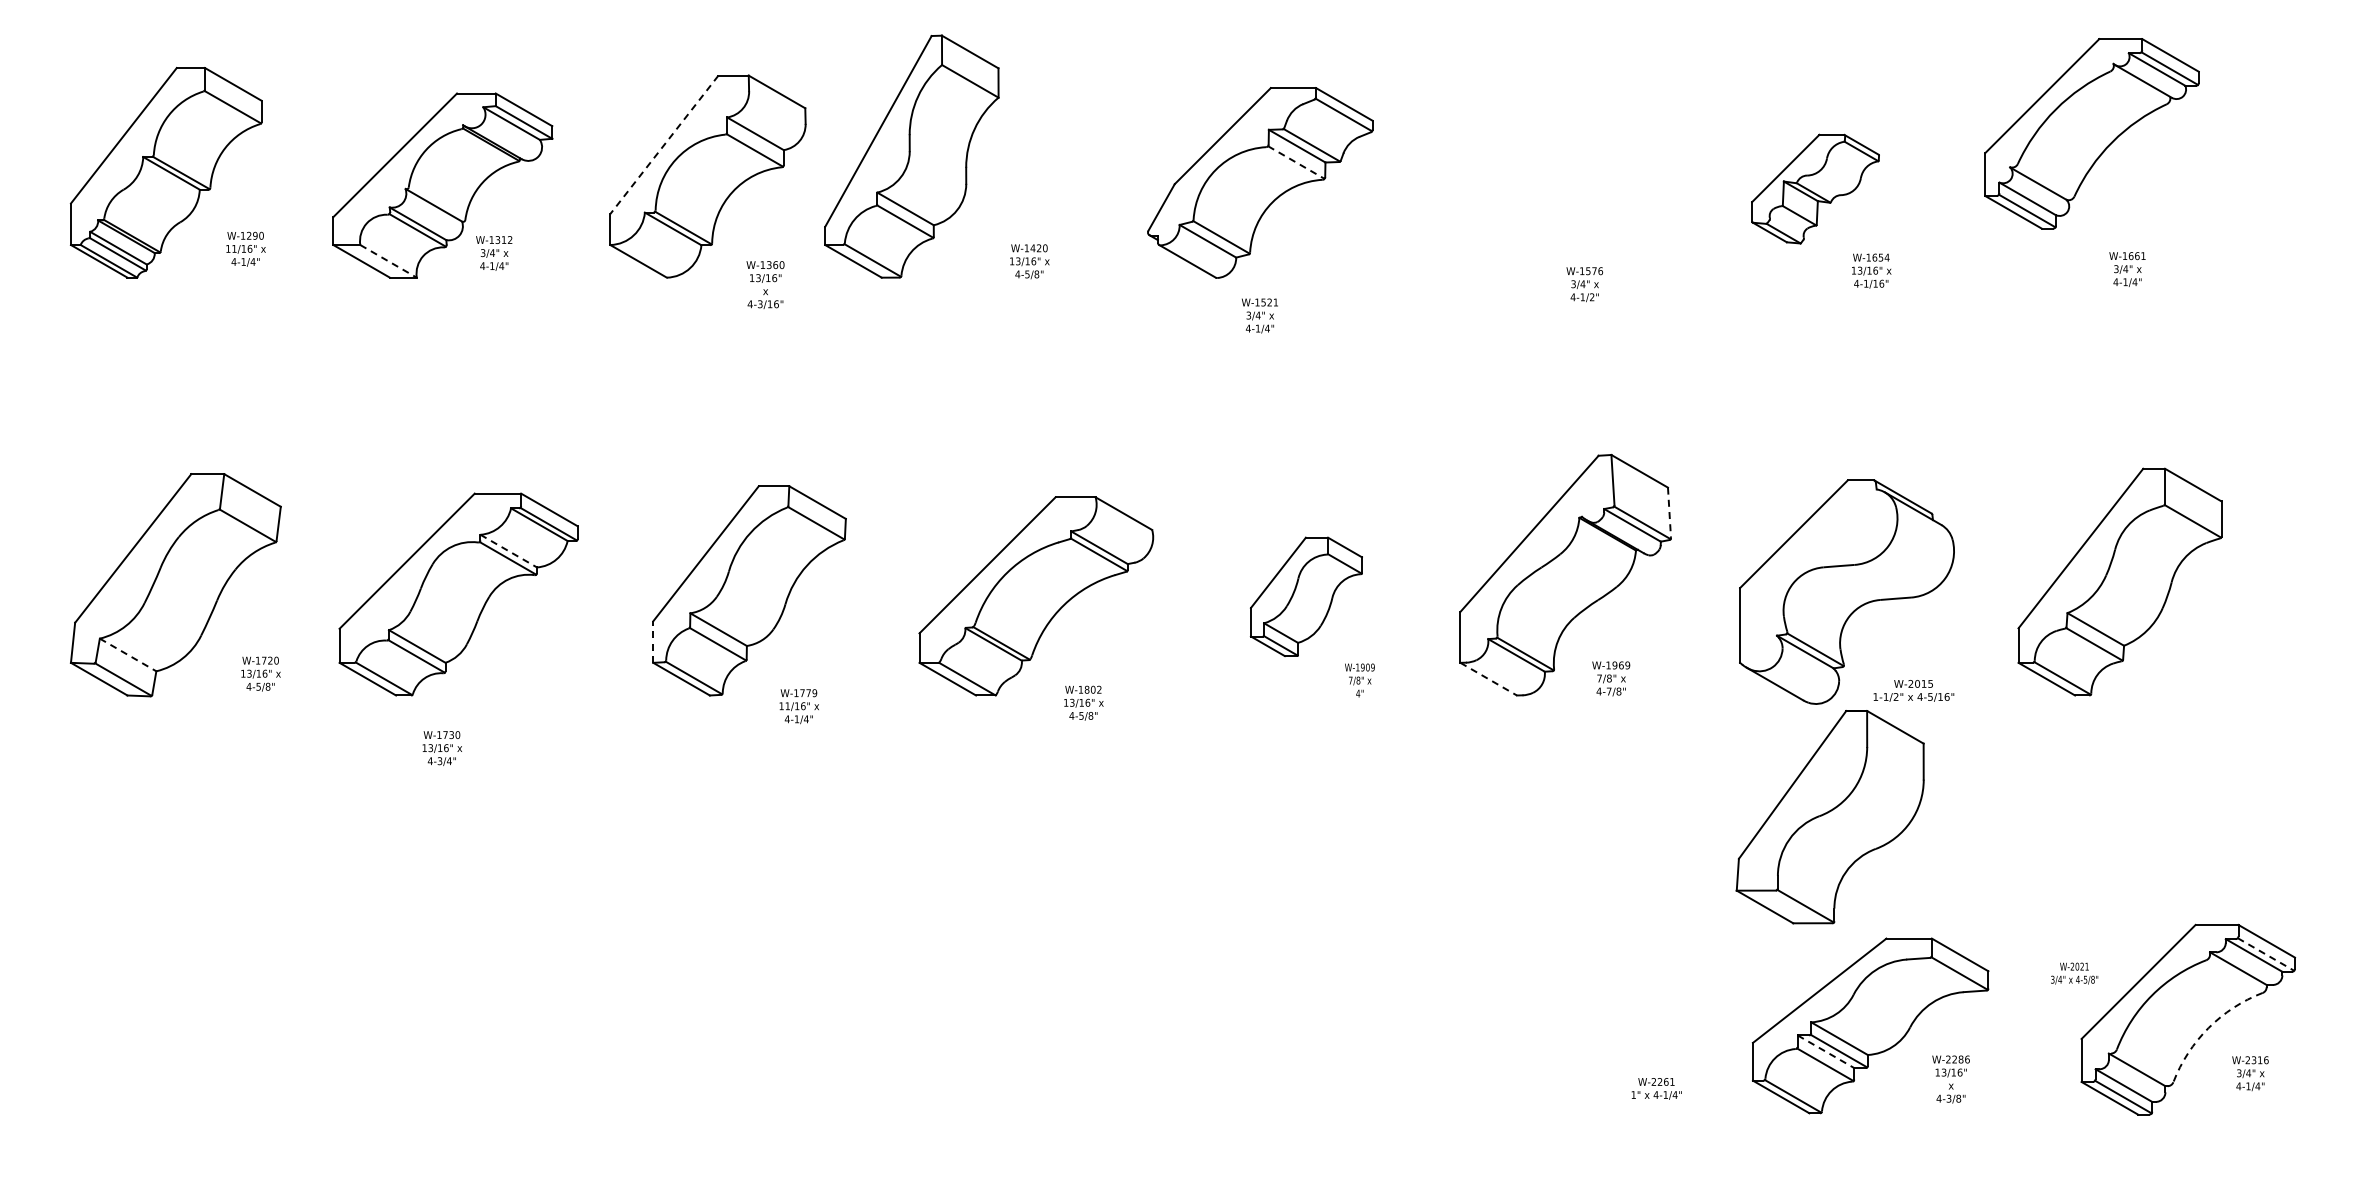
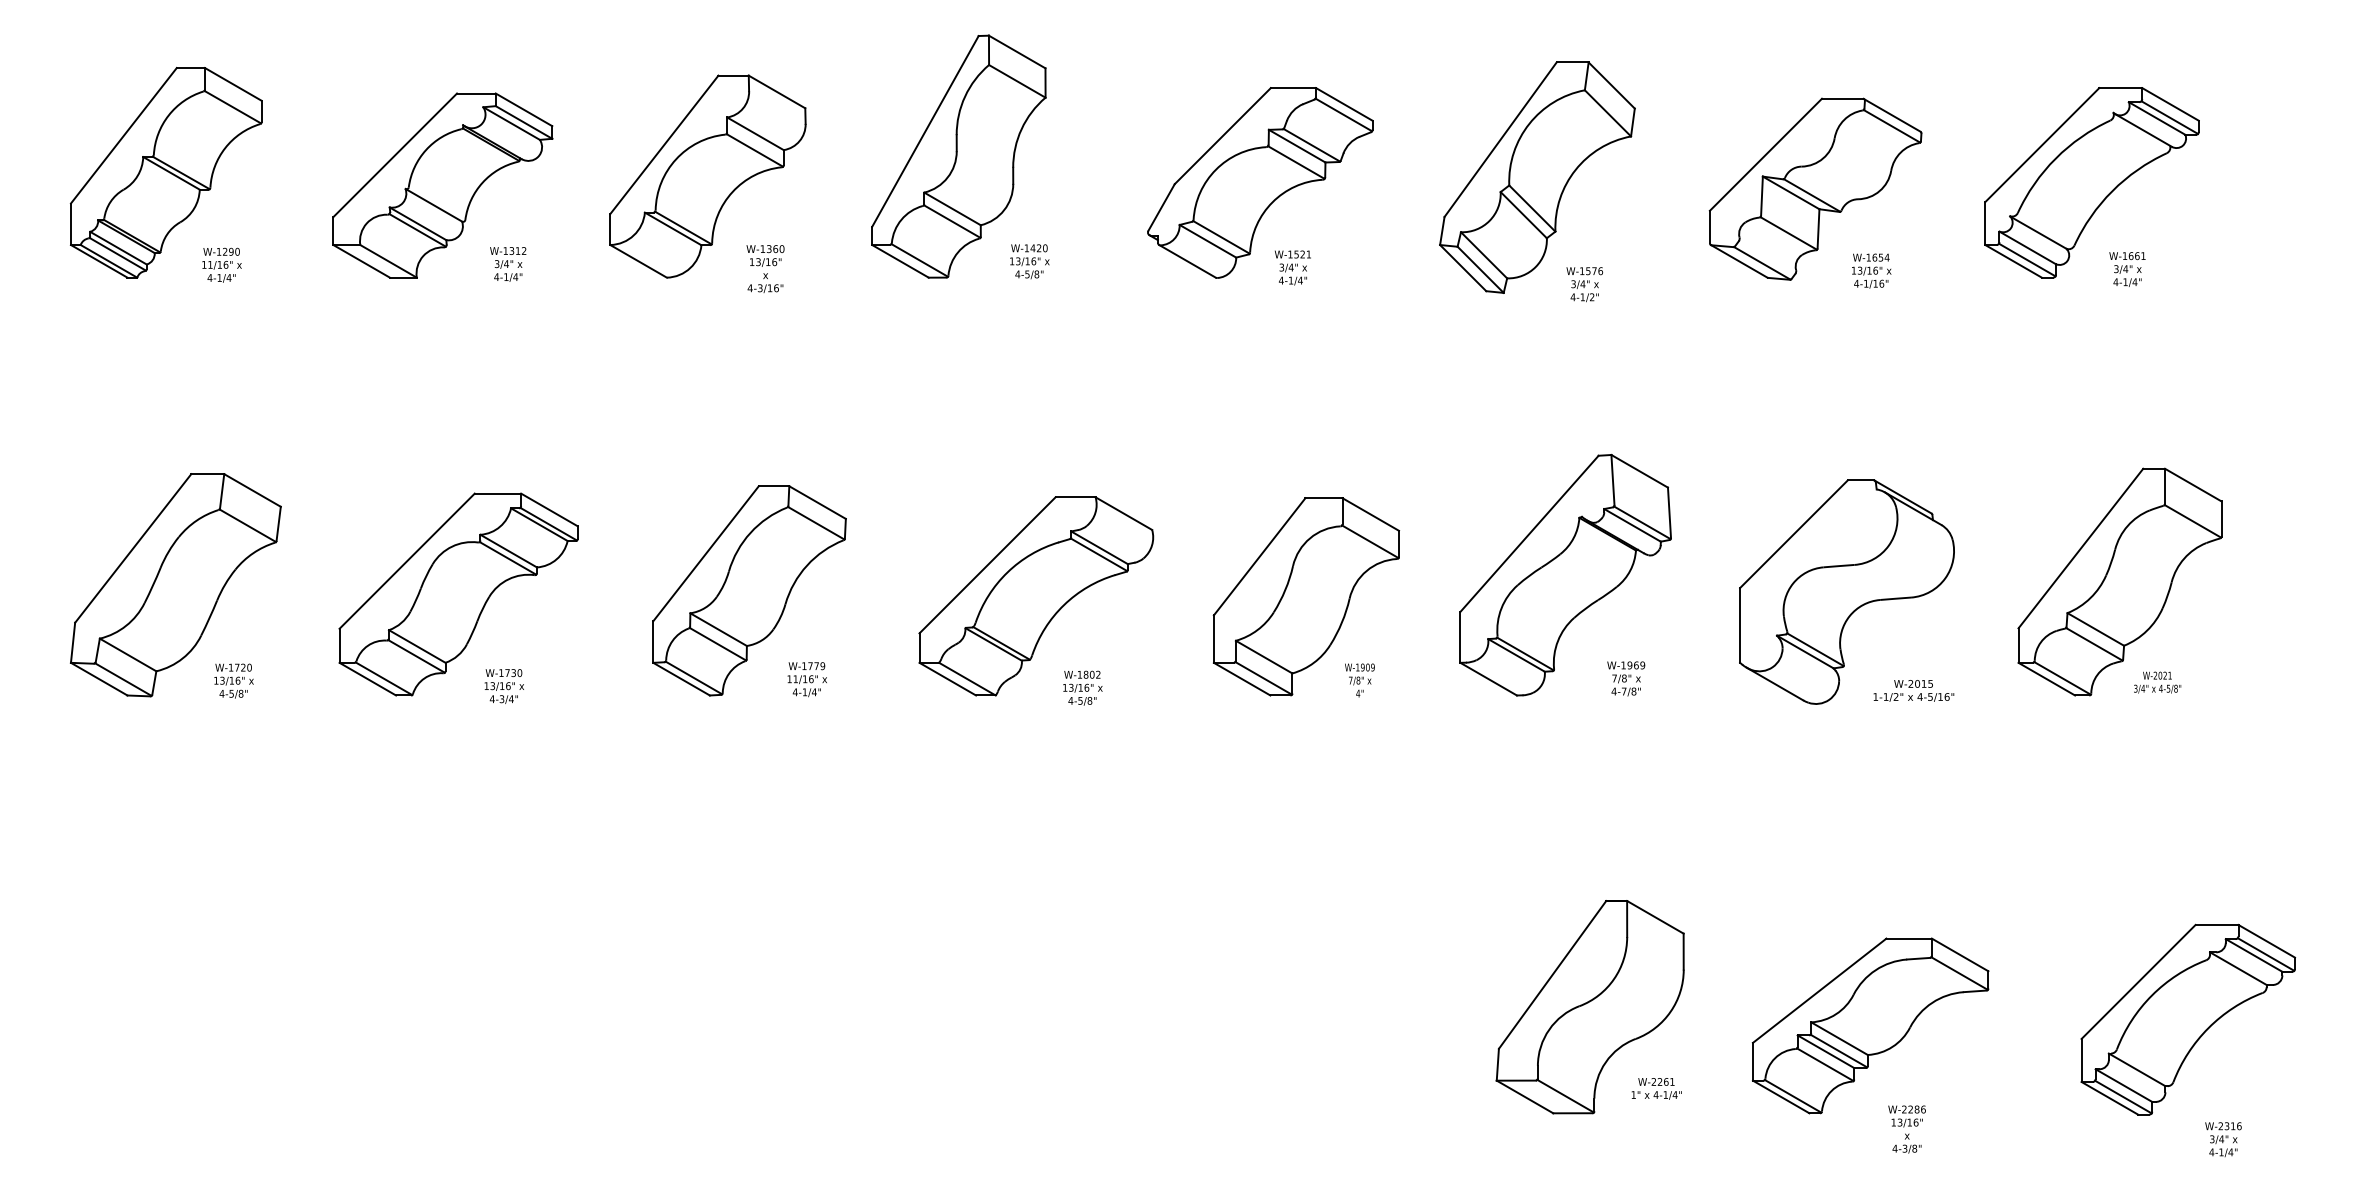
part at (2091, 133) position: (2091, 133) -> (2091, 182)
line at (664, 144): dashed -> solid
part at (911, 156) position: (911, 156) -> (958, 156)
line at (1296, 162): dashed -> solid
part at (1537, 177): none -> present
part at (1815, 188) size: 129x112 px -> 215x184 px
text at (245, 248) position: (245, 248) -> (221, 264)
text at (494, 253) position: (494, 253) -> (508, 264)
line at (388, 261): dashed -> solid
text at (765, 284) position: (765, 284) -> (765, 268)
text at (1259, 315) position: (1259, 315) -> (1292, 267)
line at (1669, 513): dashed -> solid
line at (508, 551): dashed -> solid
part at (1305, 596) size: 114x122 px -> 189x200 px
line at (653, 642): dashed -> solid
line at (128, 654): dashed -> solid
text at (260, 673) position: (260, 673) -> (233, 680)
text at (1611, 678) position: (1611, 678) -> (1626, 678)
line at (1488, 679): dashed -> solid
text at (1083, 702) position: (1083, 702) -> (1082, 687)
text at (798, 706) position: (798, 706) -> (806, 679)
text at (441, 748) position: (441, 748) -> (503, 686)
part at (1829, 817) position: (1829, 817) -> (1589, 1007)
line at (2266, 954): dashed -> solid
text at (2074, 973) position: (2074, 973) -> (2157, 682)
arc at (2208, 1028): dashed -> solid
line at (1825, 1051): dashed -> solid
text at (2250, 1073) position: (2250, 1073) -> (2223, 1139)
text at (1950, 1079) position: (1950, 1079) -> (1906, 1129)
